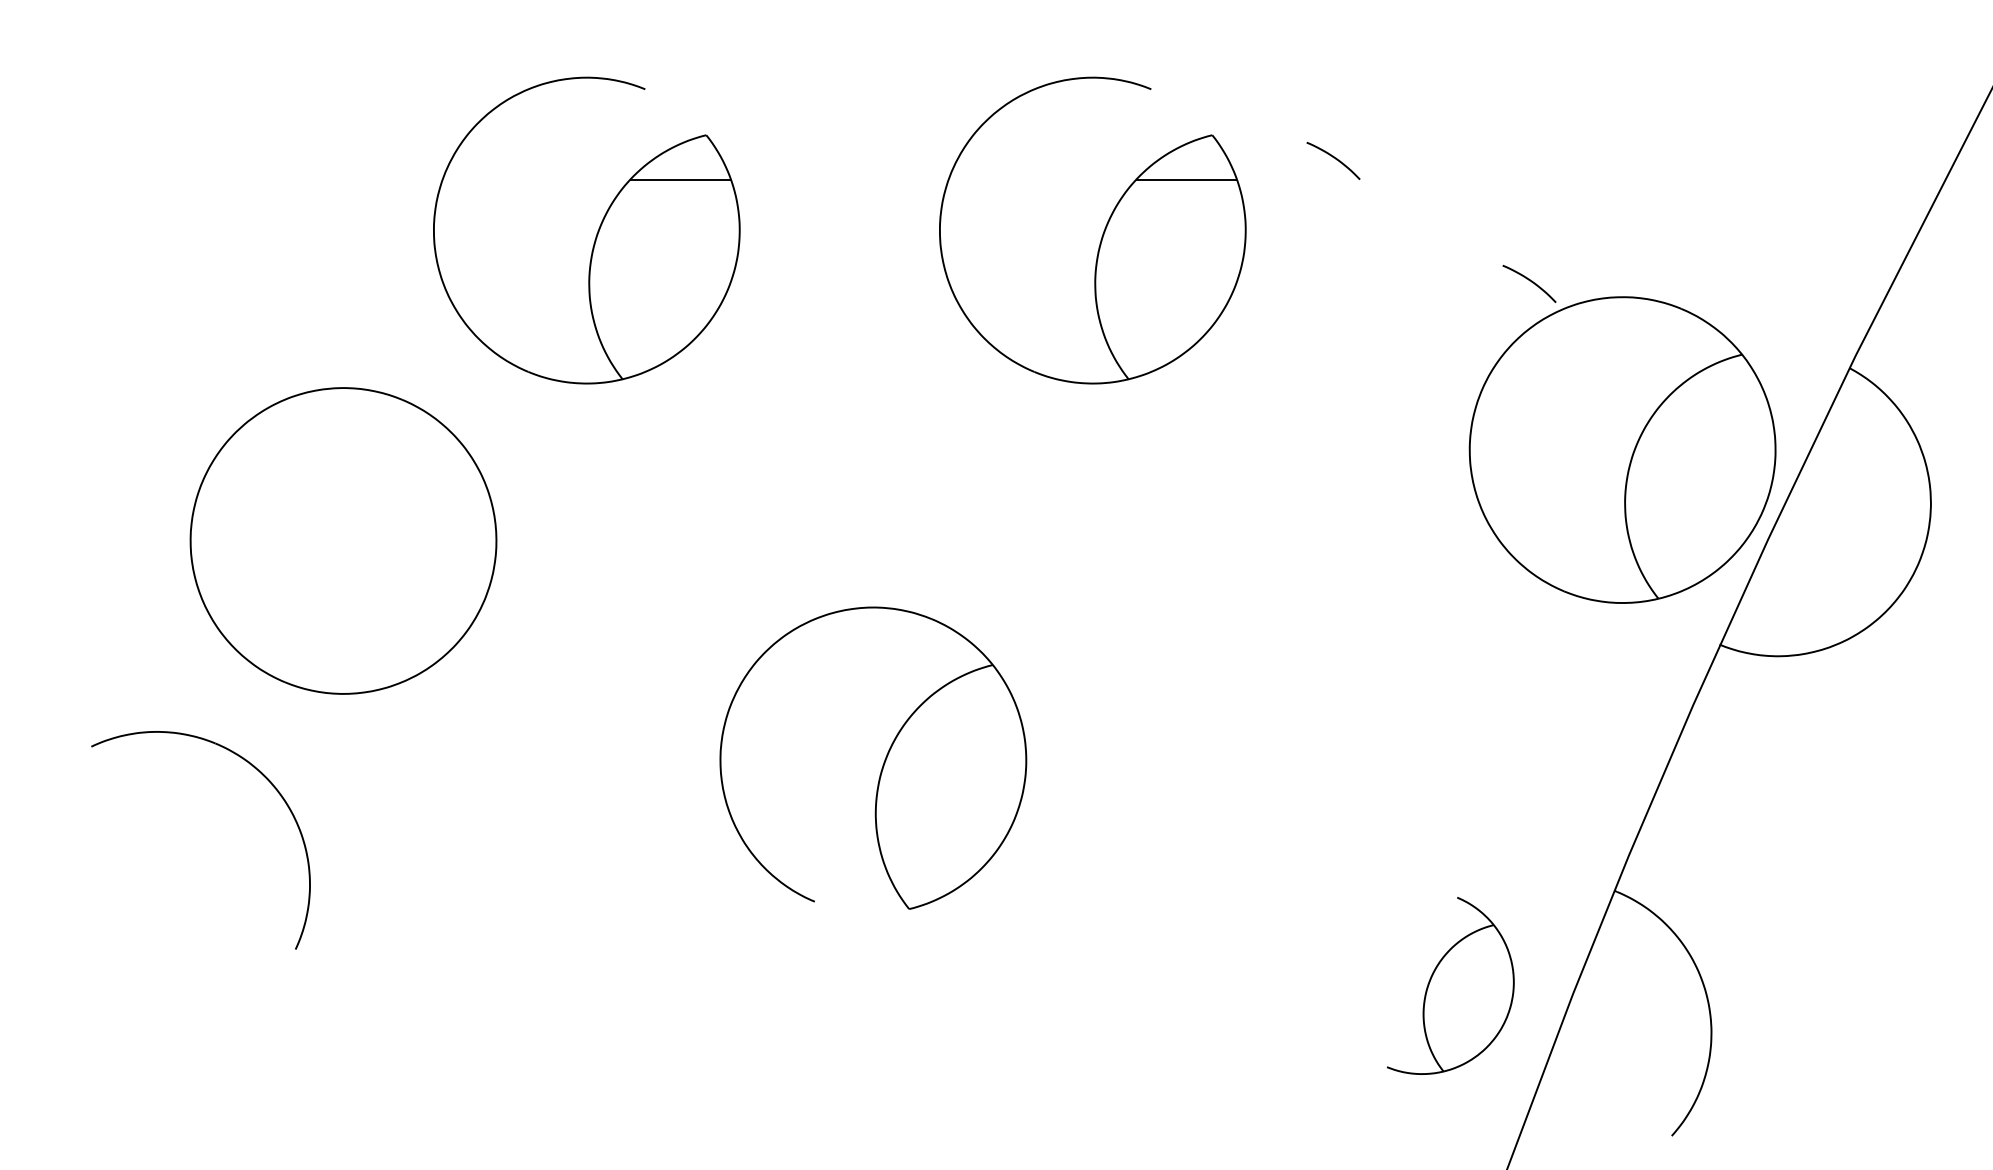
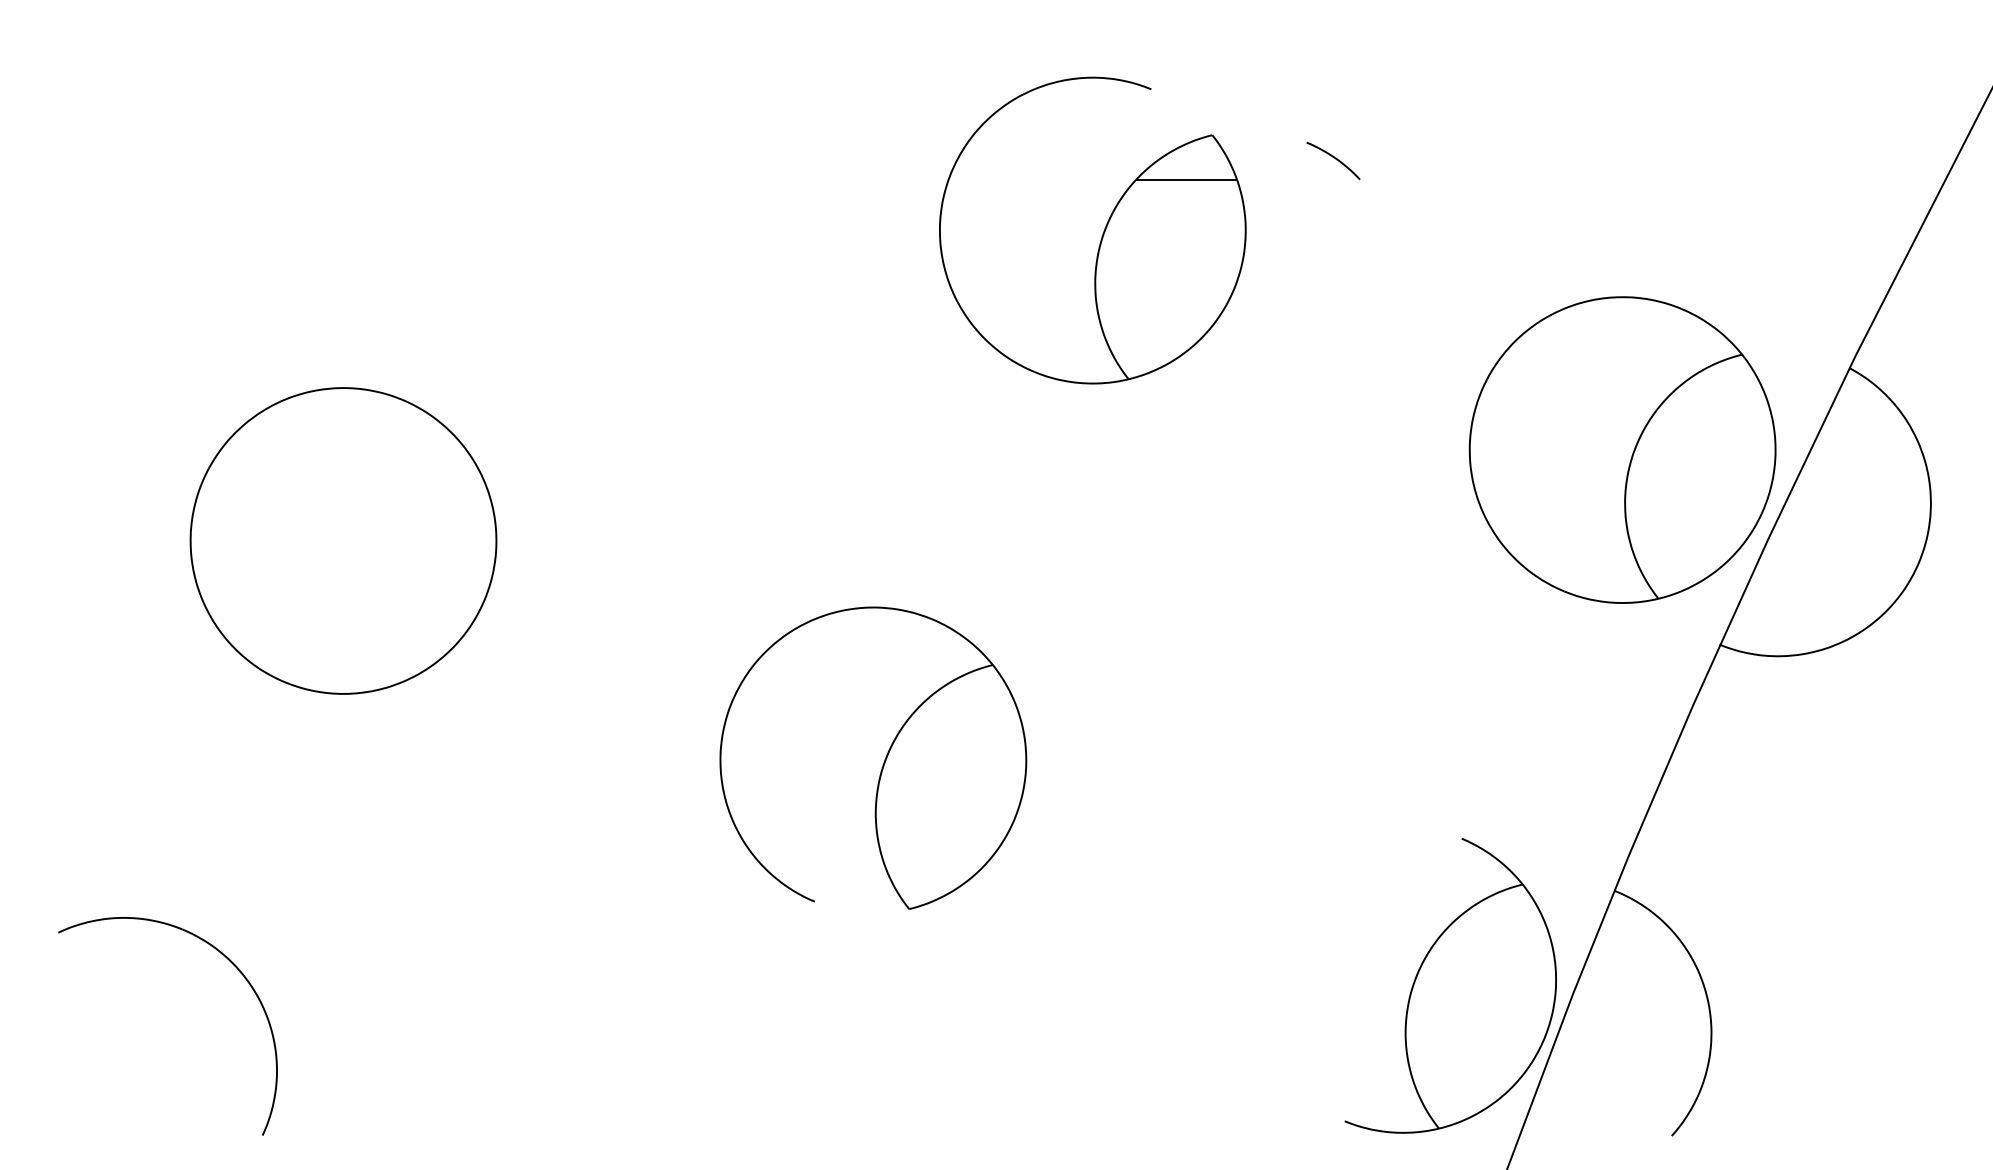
part at (596, 233): present -> none
curve at (1529, 281): present -> none
part at (263, 776) position: (263, 776) -> (230, 962)
part at (1450, 985) size: 128x178 px -> 213x296 px
